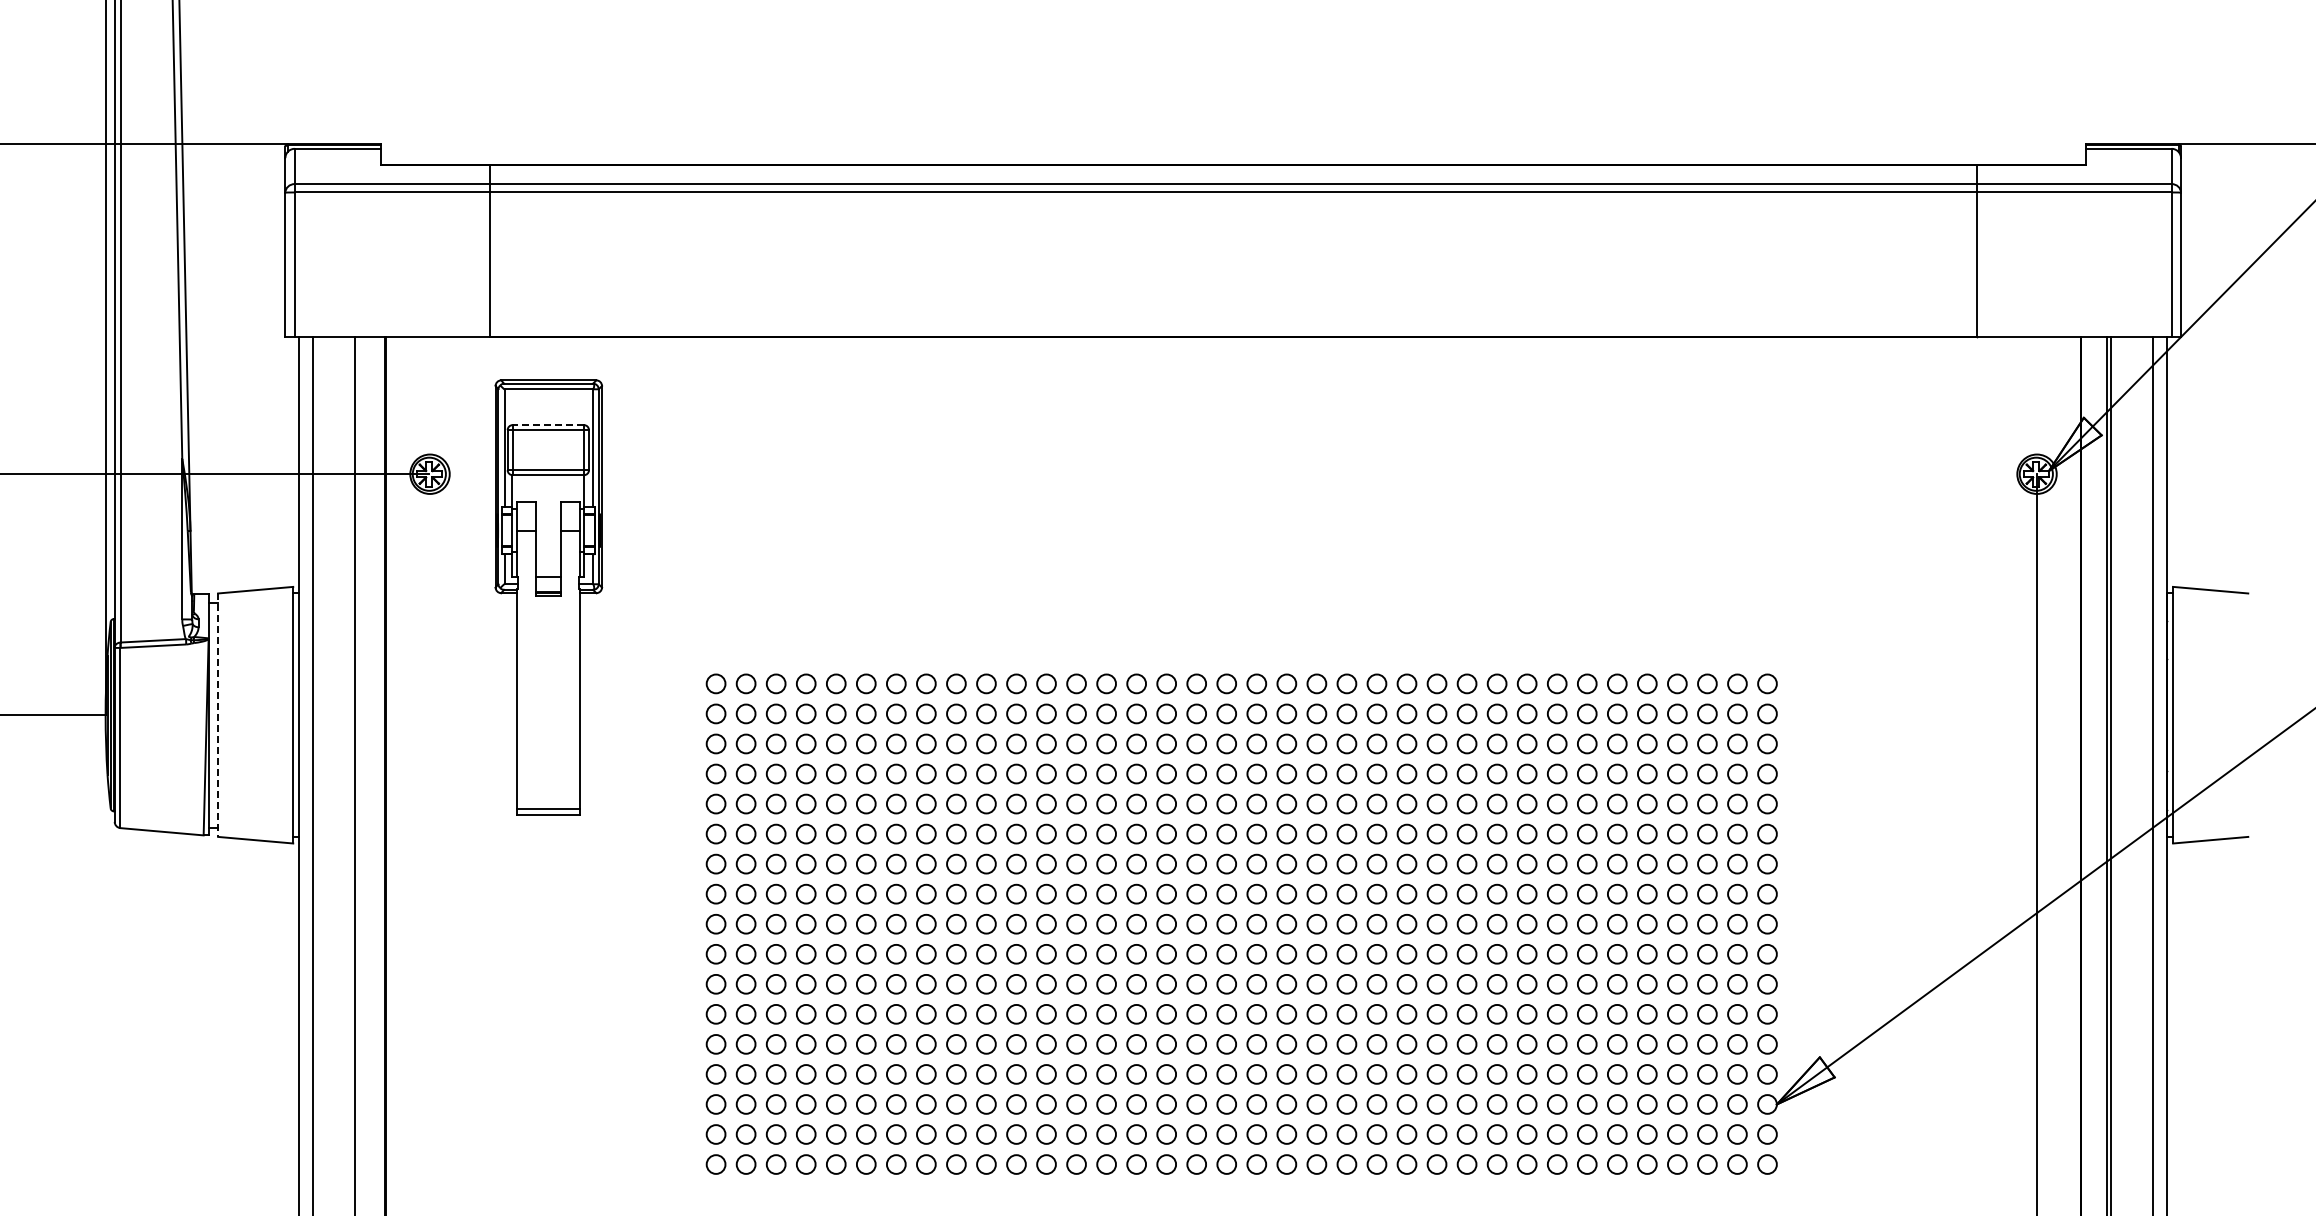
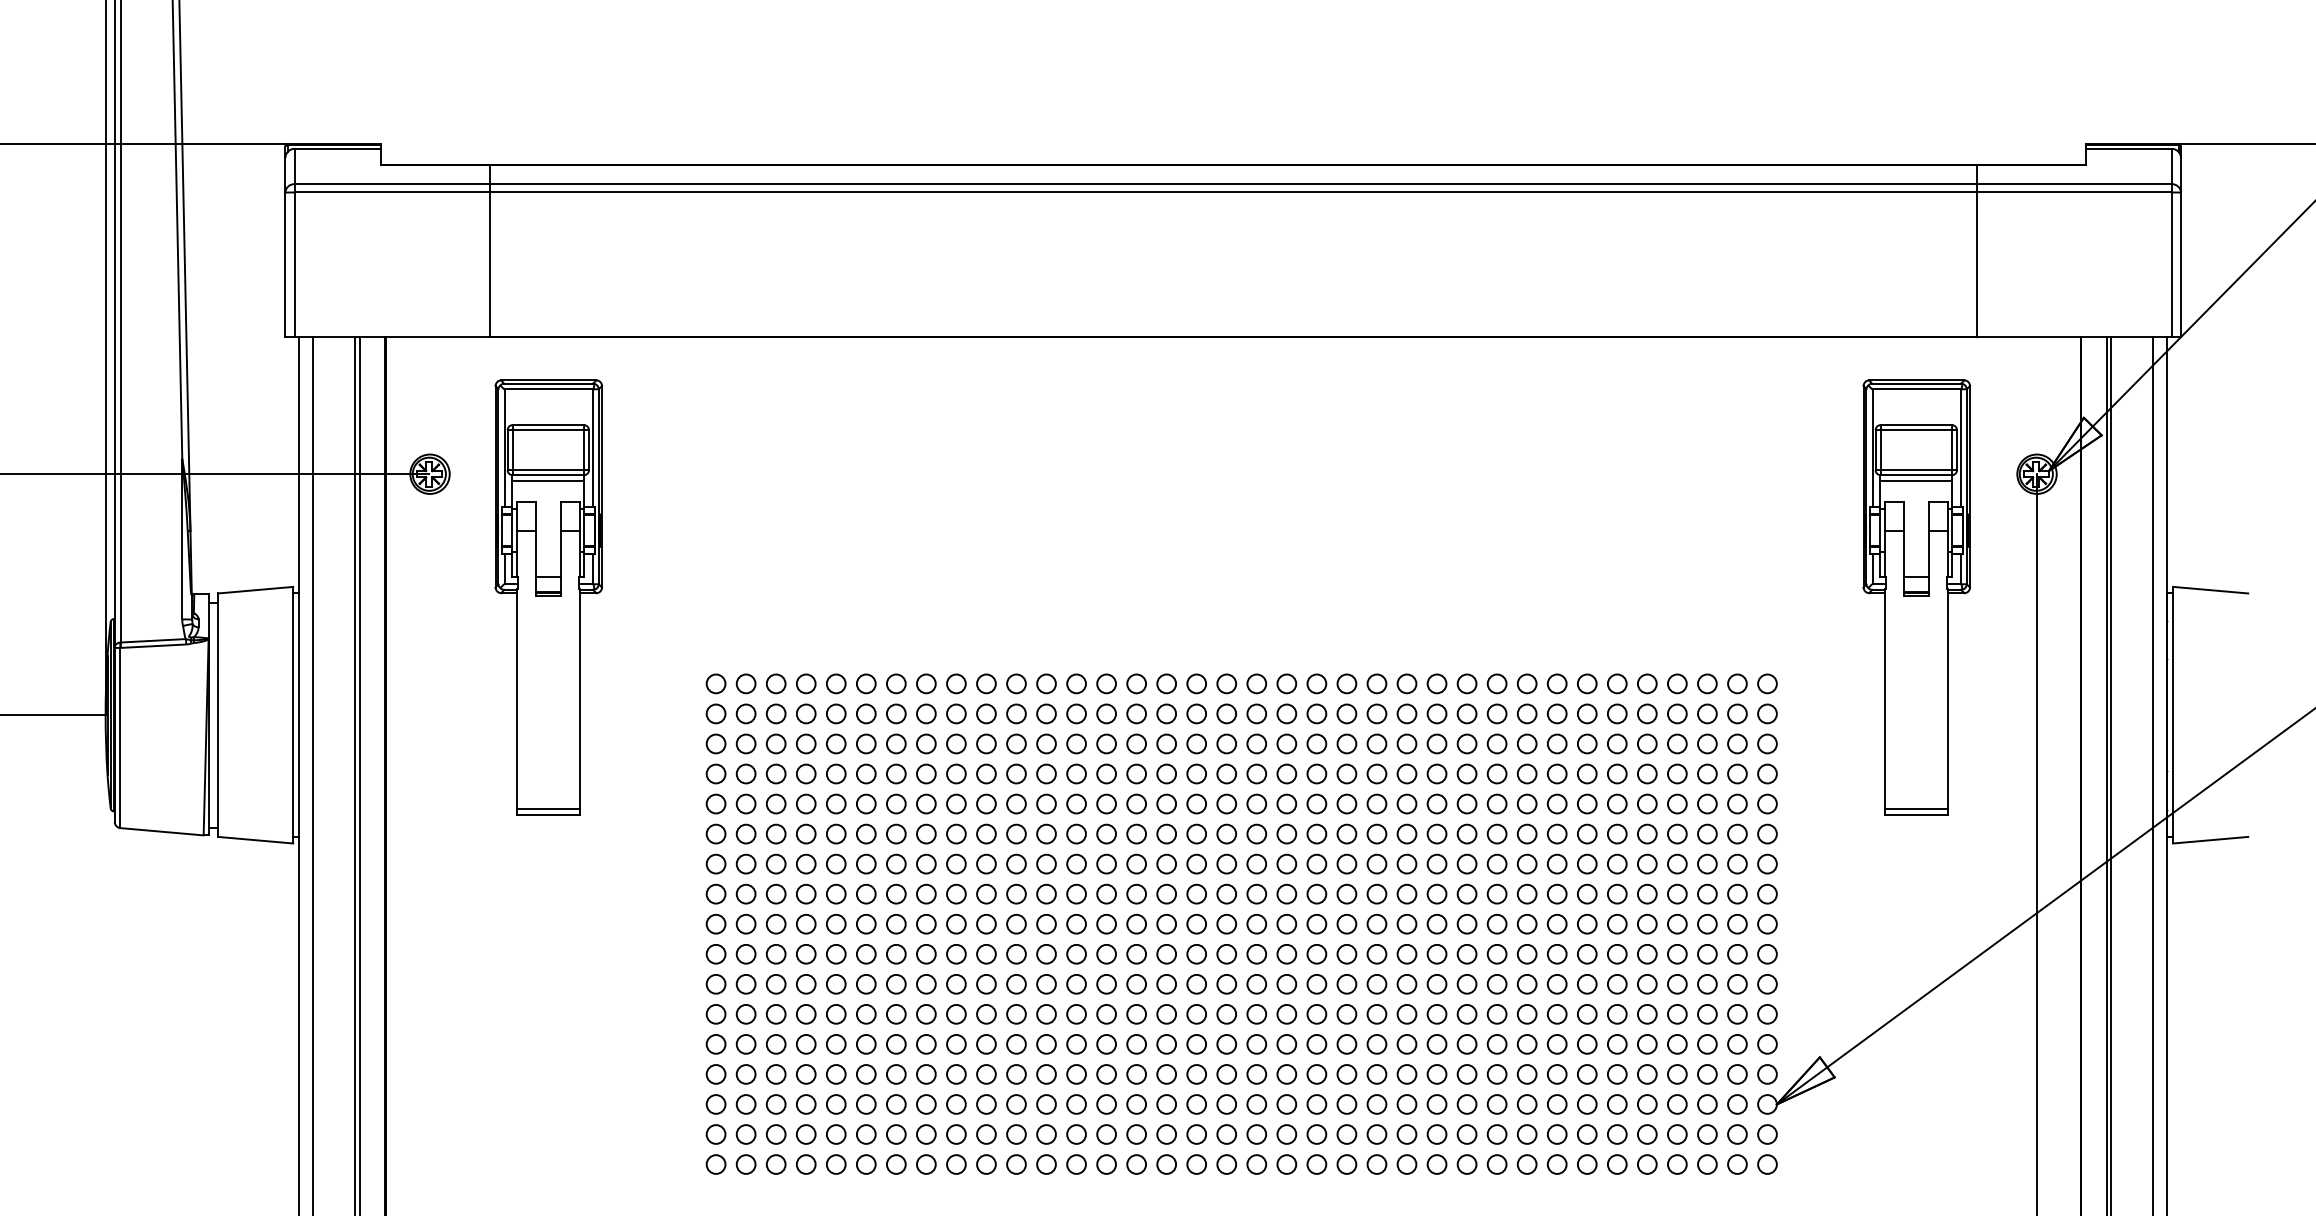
line at (548, 425): dashed -> solid
line at (548, 480): none -> present
part at (1916, 597): none -> present
line at (218, 715): dashed -> solid
line at (359, 774): none -> present
